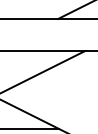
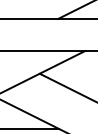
line at (67, 86): none -> present
